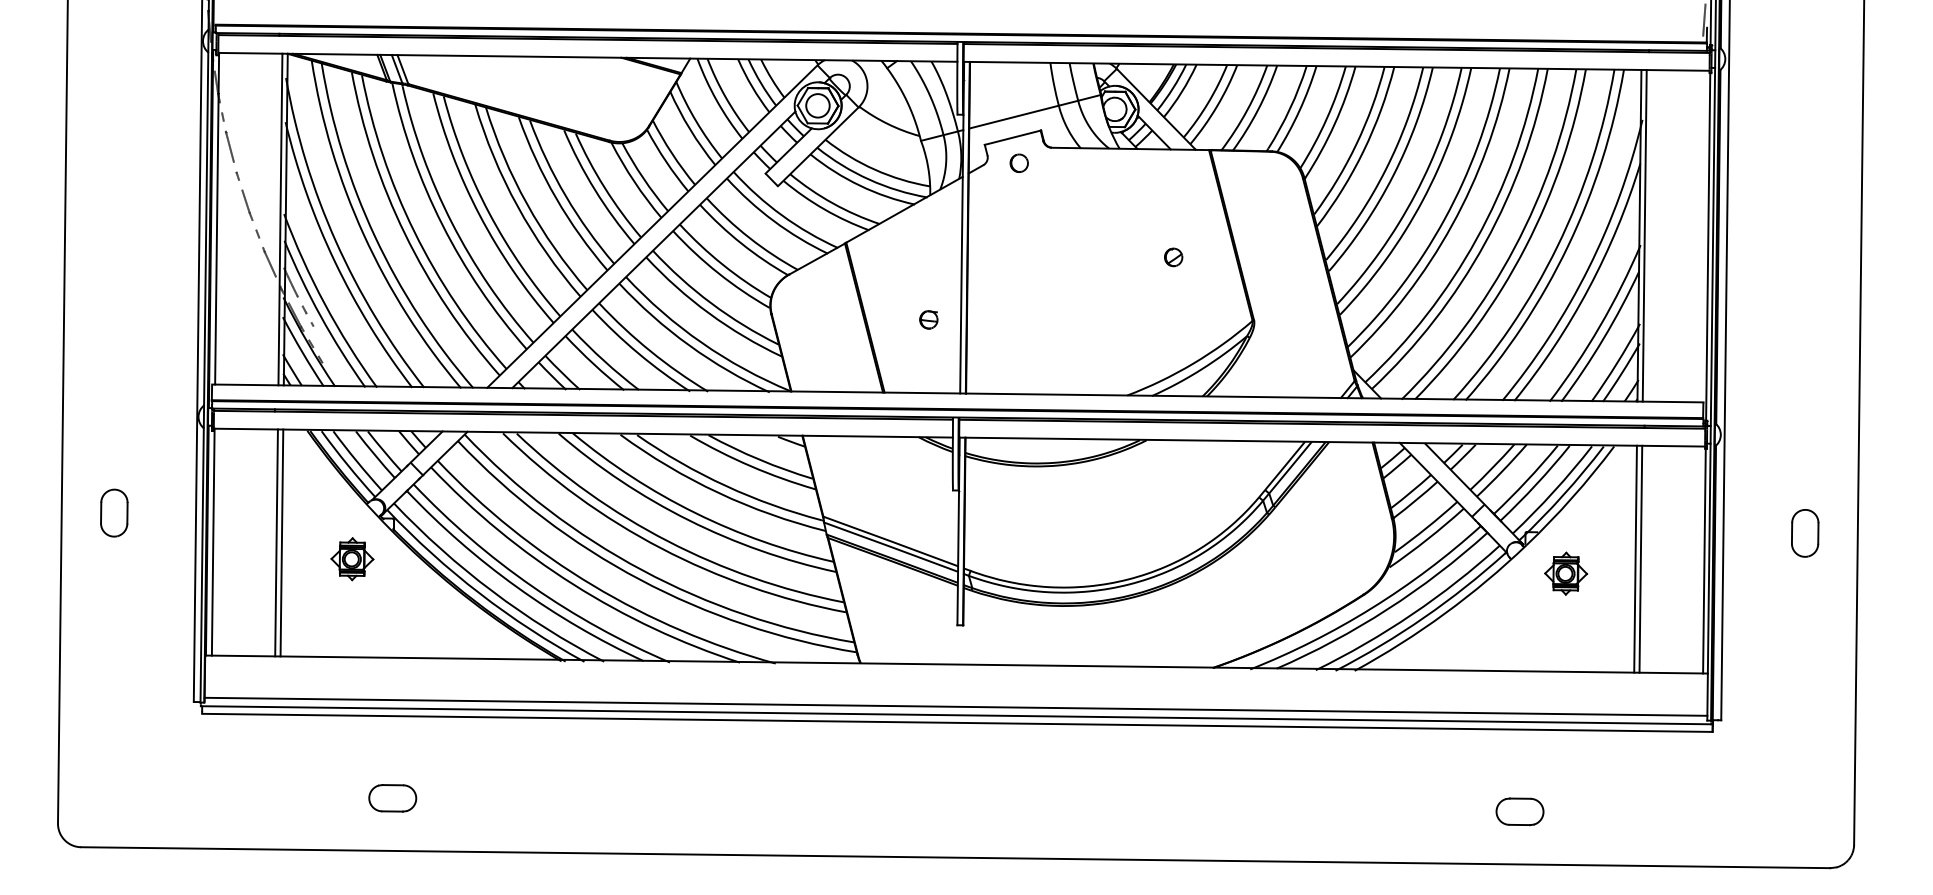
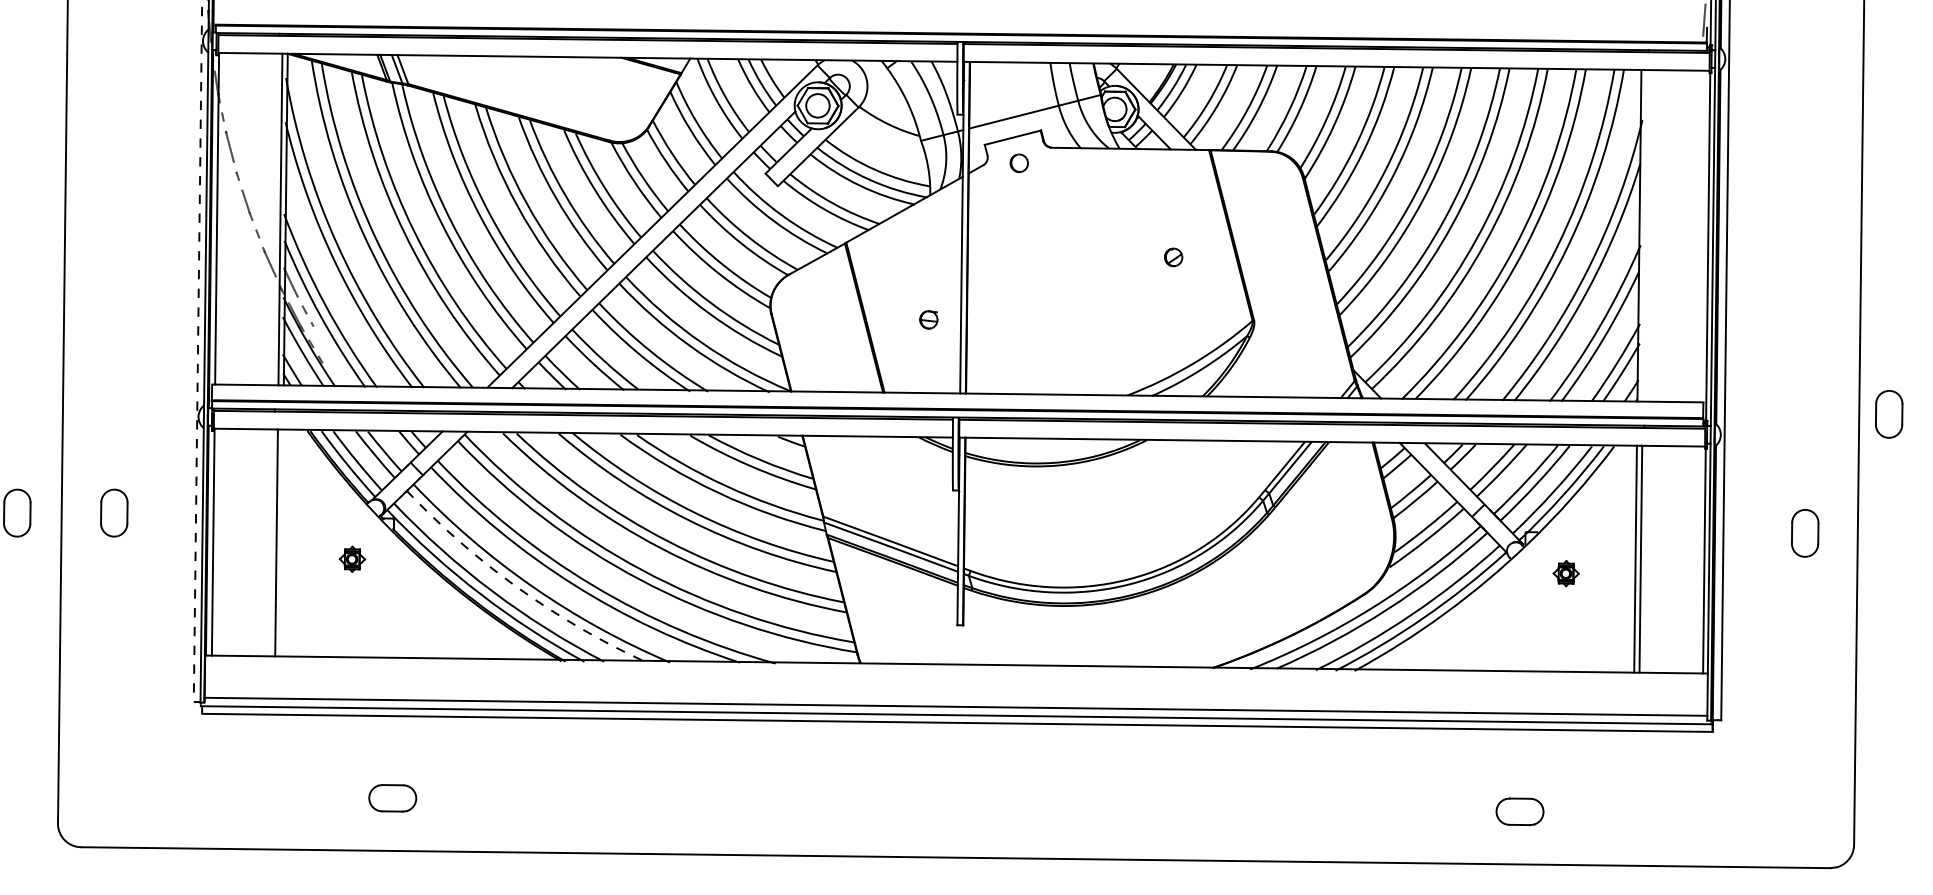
line at (1644, 235): present -> none
line at (198, 351): solid -> dashed
part at (1889, 414): none -> present
part at (17, 512): none -> present
line at (281, 542): present -> none
part at (352, 559) size: 45x45 px -> 29x28 px
part at (1566, 573) size: 45x45 px -> 28x28 px
arc at (517, 587): solid -> dashed
